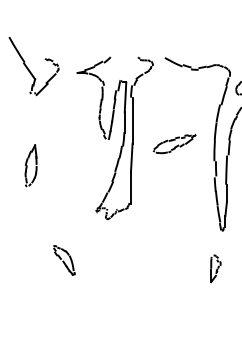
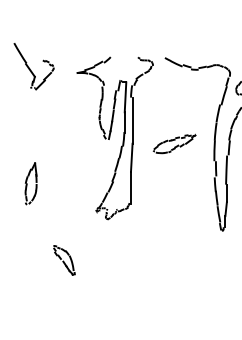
part at (33, 66) size: 52x60 px -> 42x48 px
part at (30, 165) position: (30, 165) -> (30, 183)
part at (215, 268): present -> none
